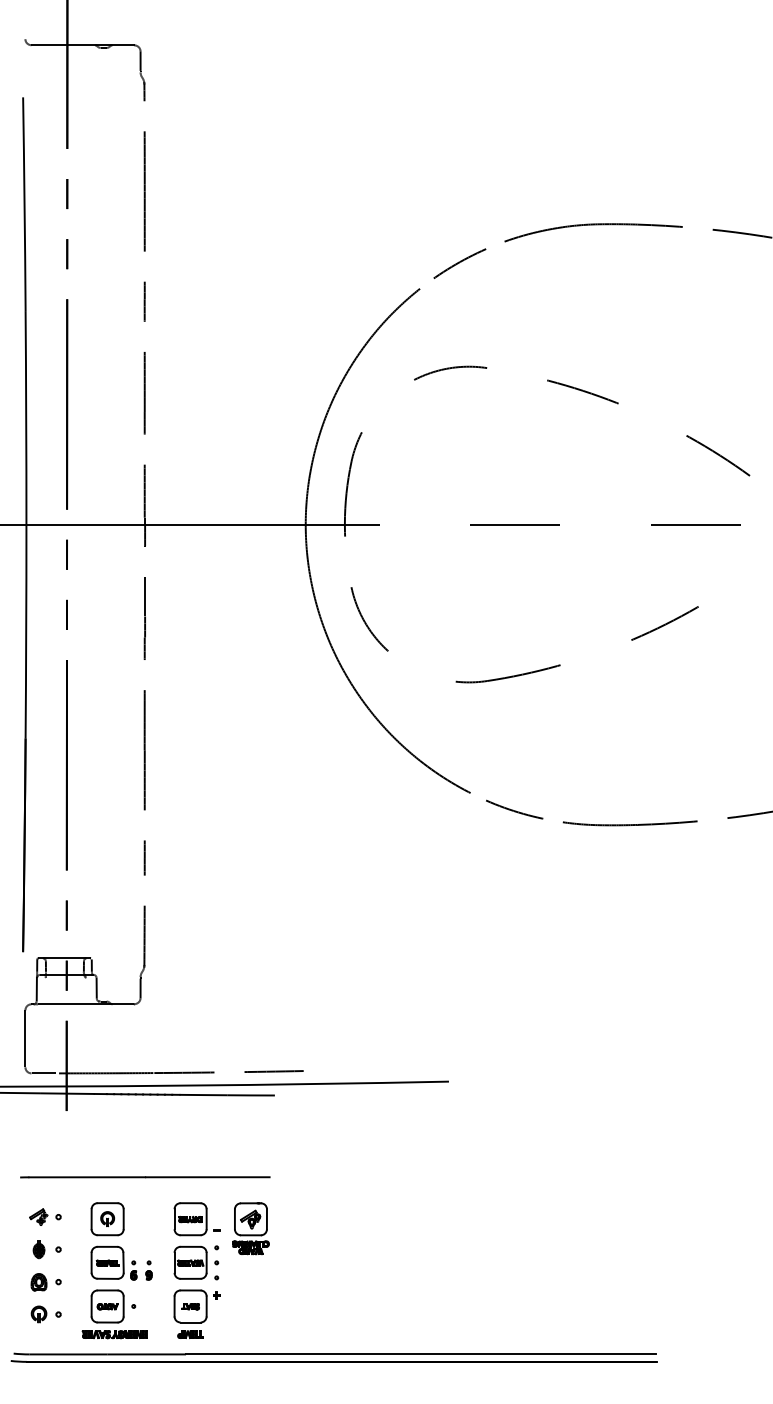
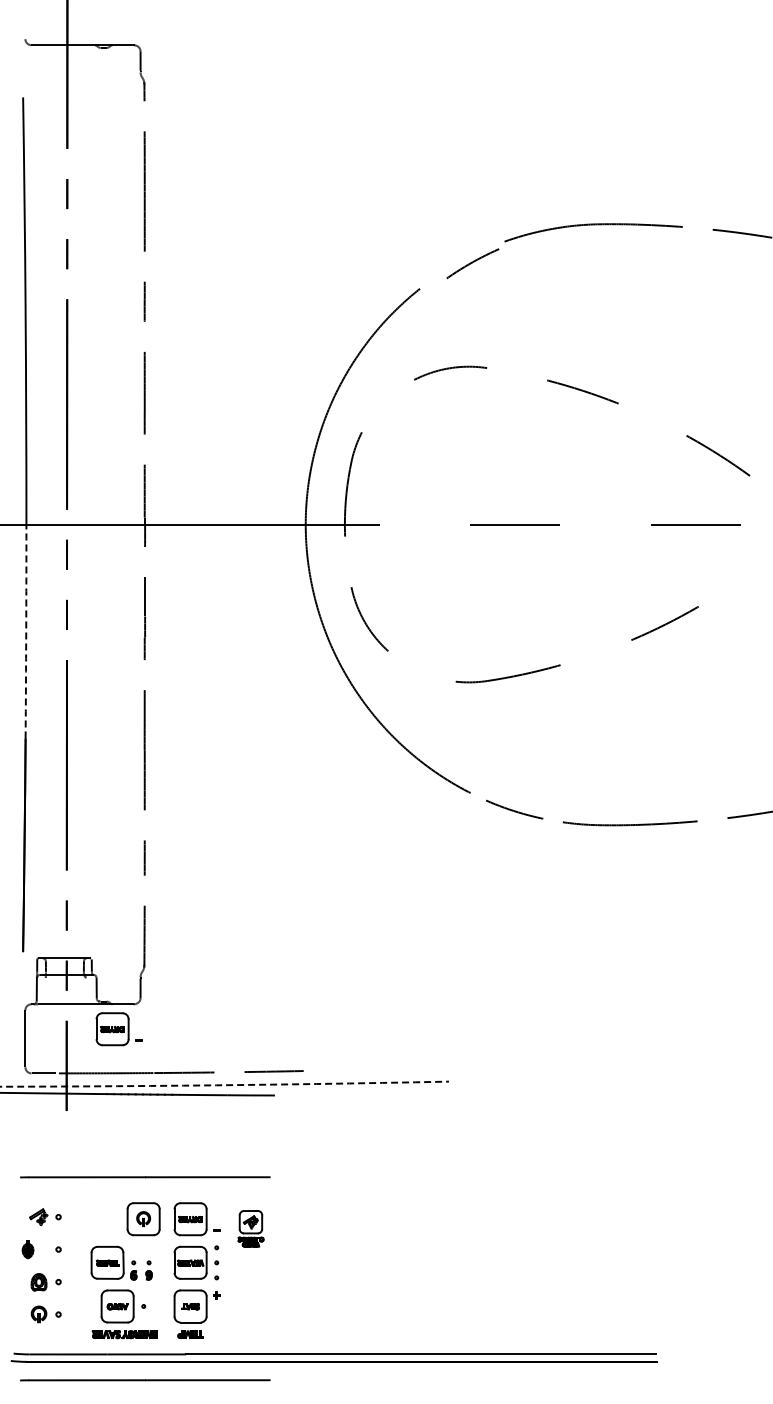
curve at (459, 263) position: (459, 263) -> (472, 263)
arc at (26, 631): solid -> dashed
part at (118, 1029): none -> present
arc at (224, 1085): solid -> dashed
part at (107, 1219) position: (107, 1219) -> (143, 1219)
part at (250, 1228) size: 38x54 px -> 28x38 px
part at (38, 1249) position: (38, 1249) -> (27, 1249)
part at (114, 1314) position: (114, 1314) -> (124, 1314)
line at (145, 1380): none -> present
